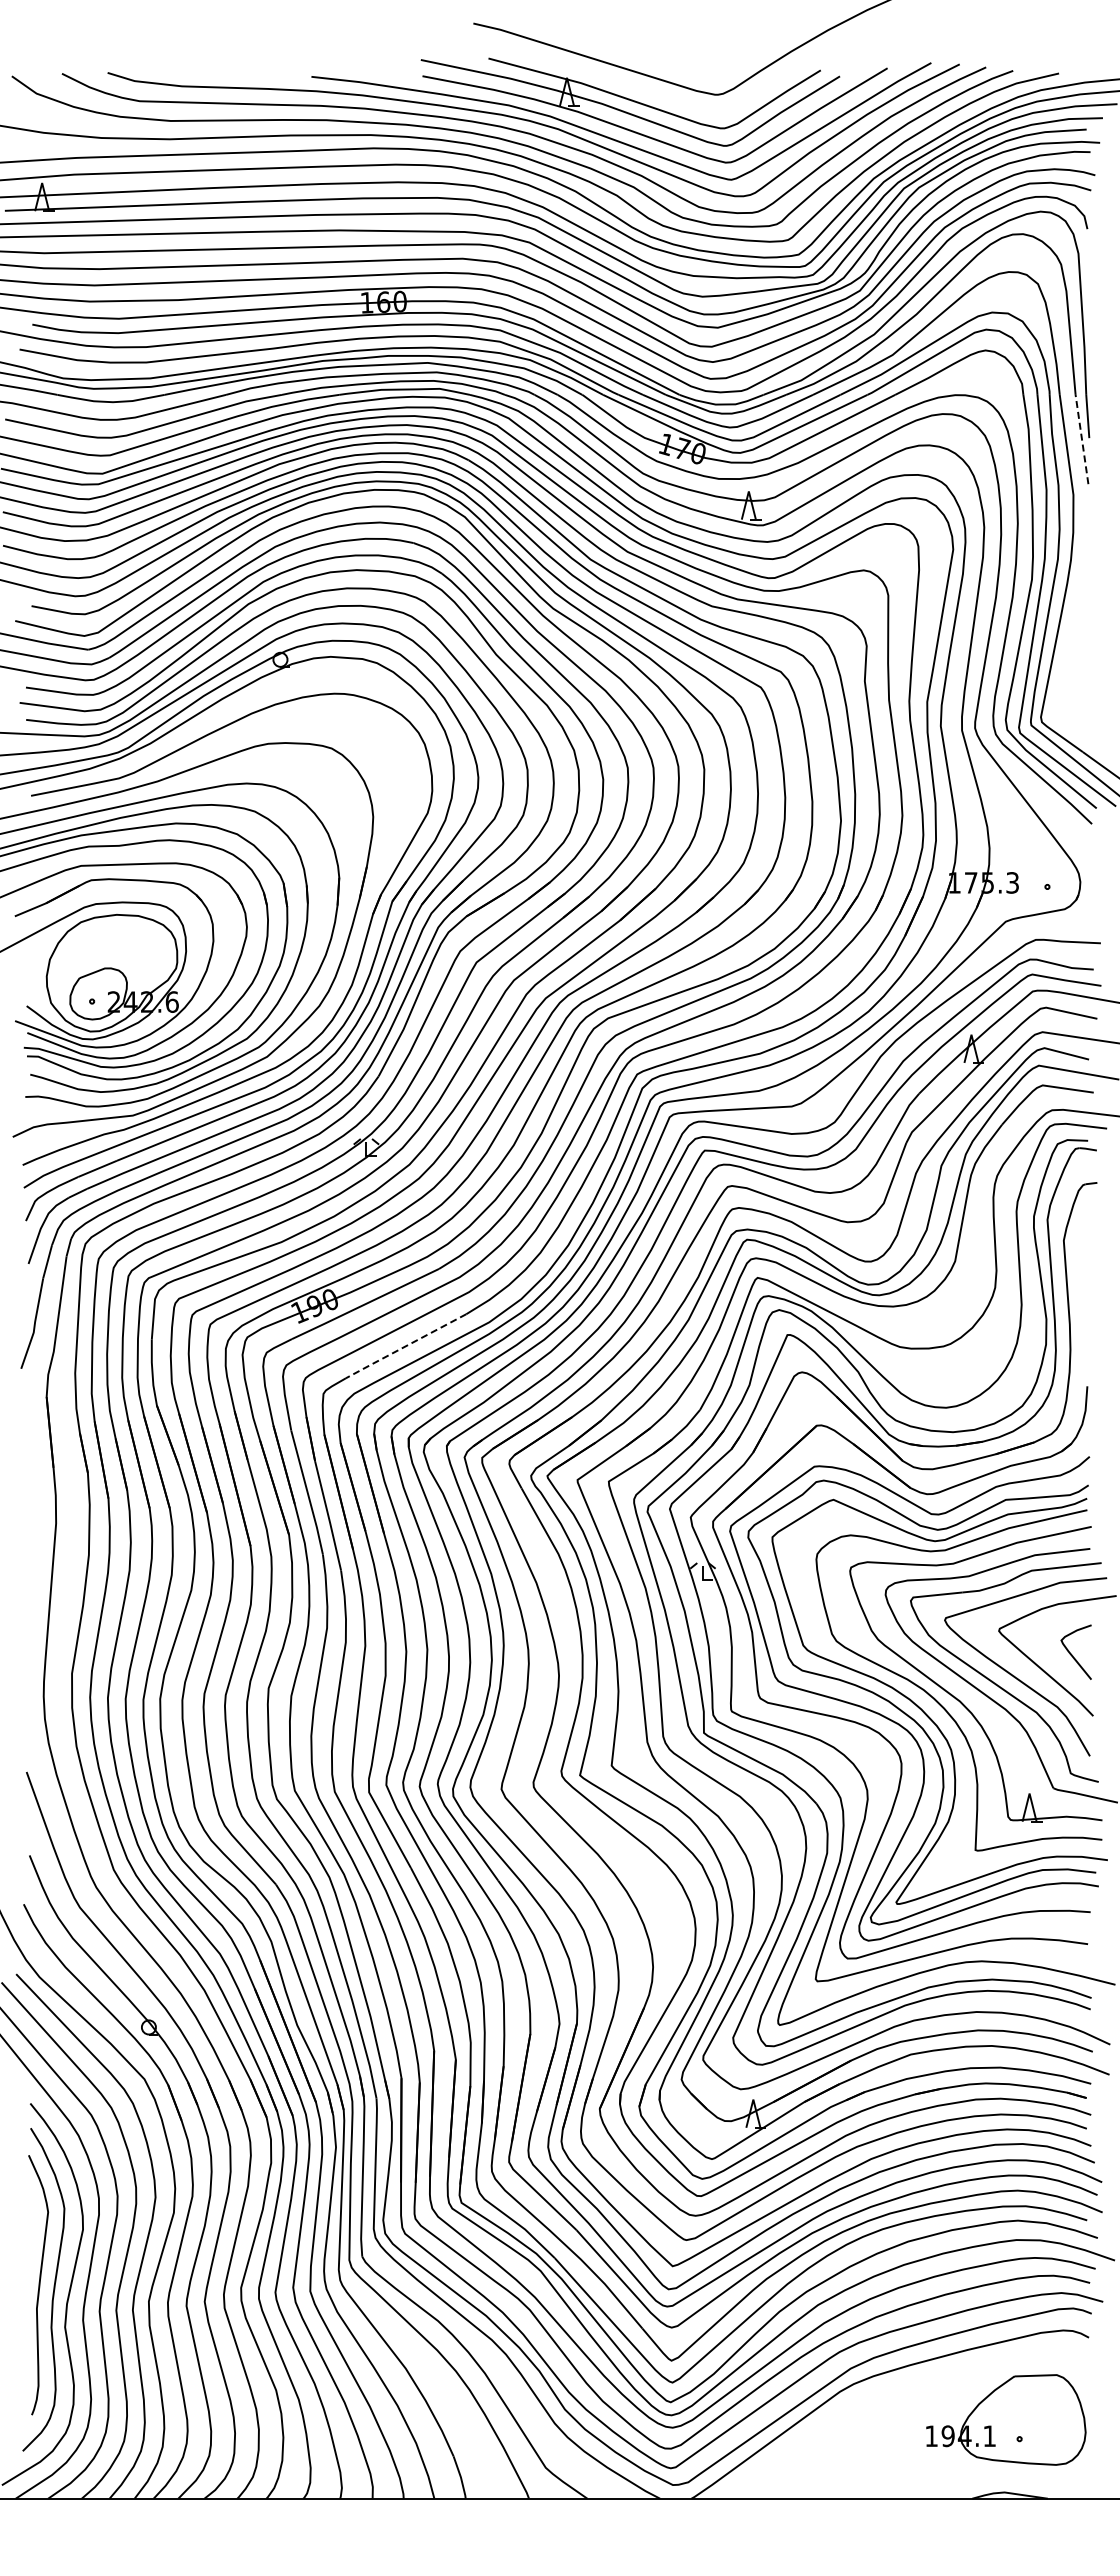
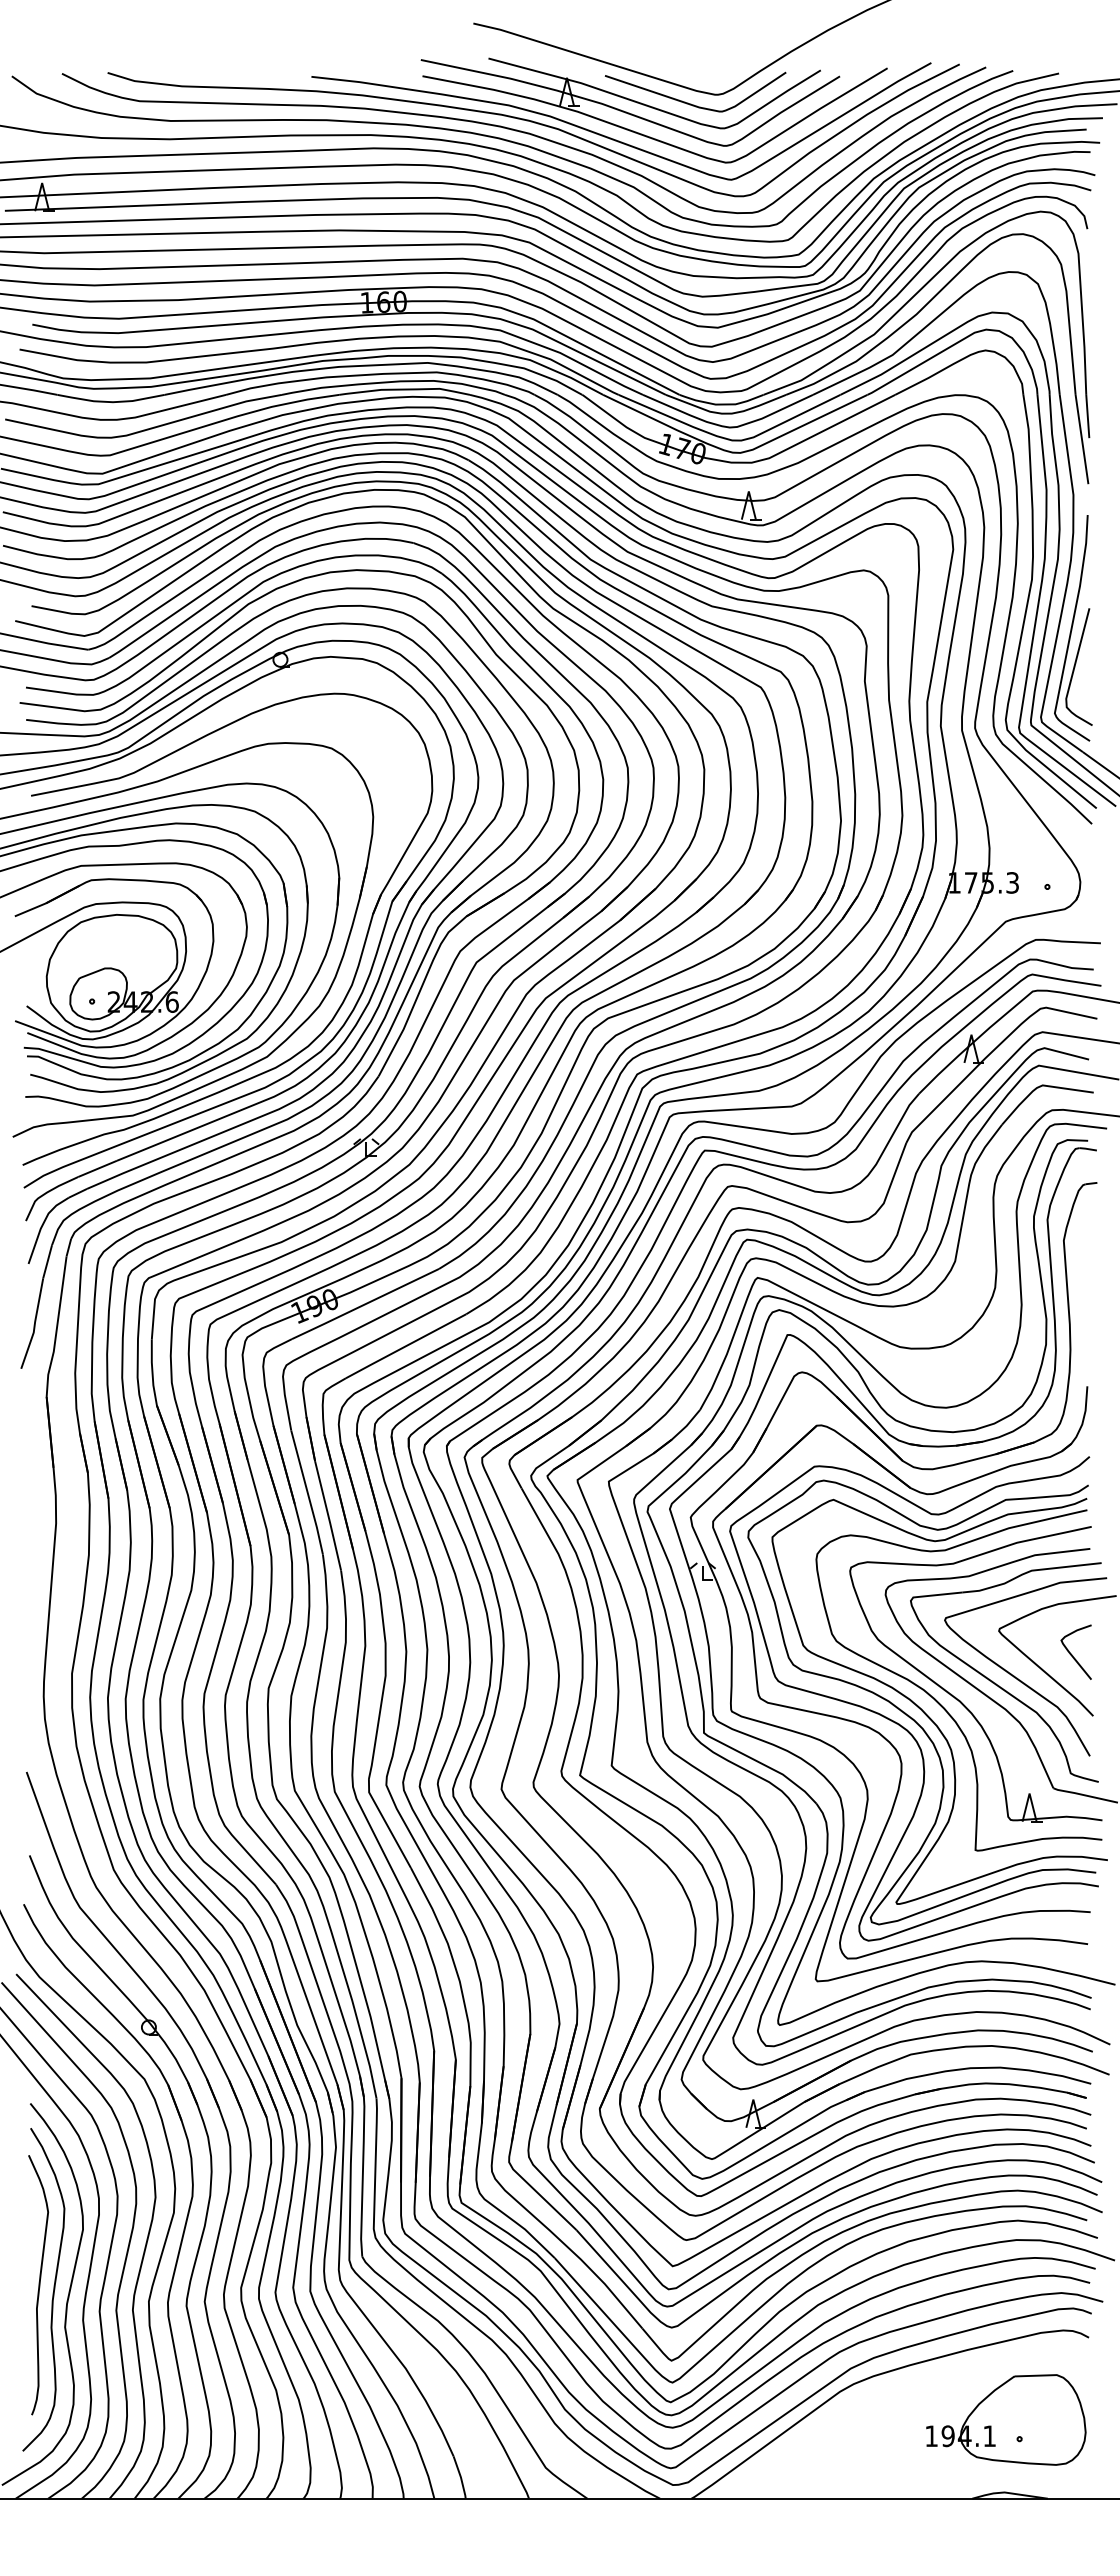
curve at (691, 103): none -> present
line at (1081, 439): dashed -> solid
part at (1073, 628): none -> present
line at (405, 1346): dashed -> solid
